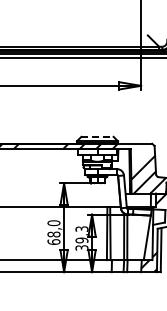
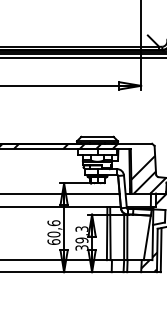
line at (97, 136): dashed -> solid
line at (60, 193): none -> present
text at (53, 228): 68,0 -> 60,6
